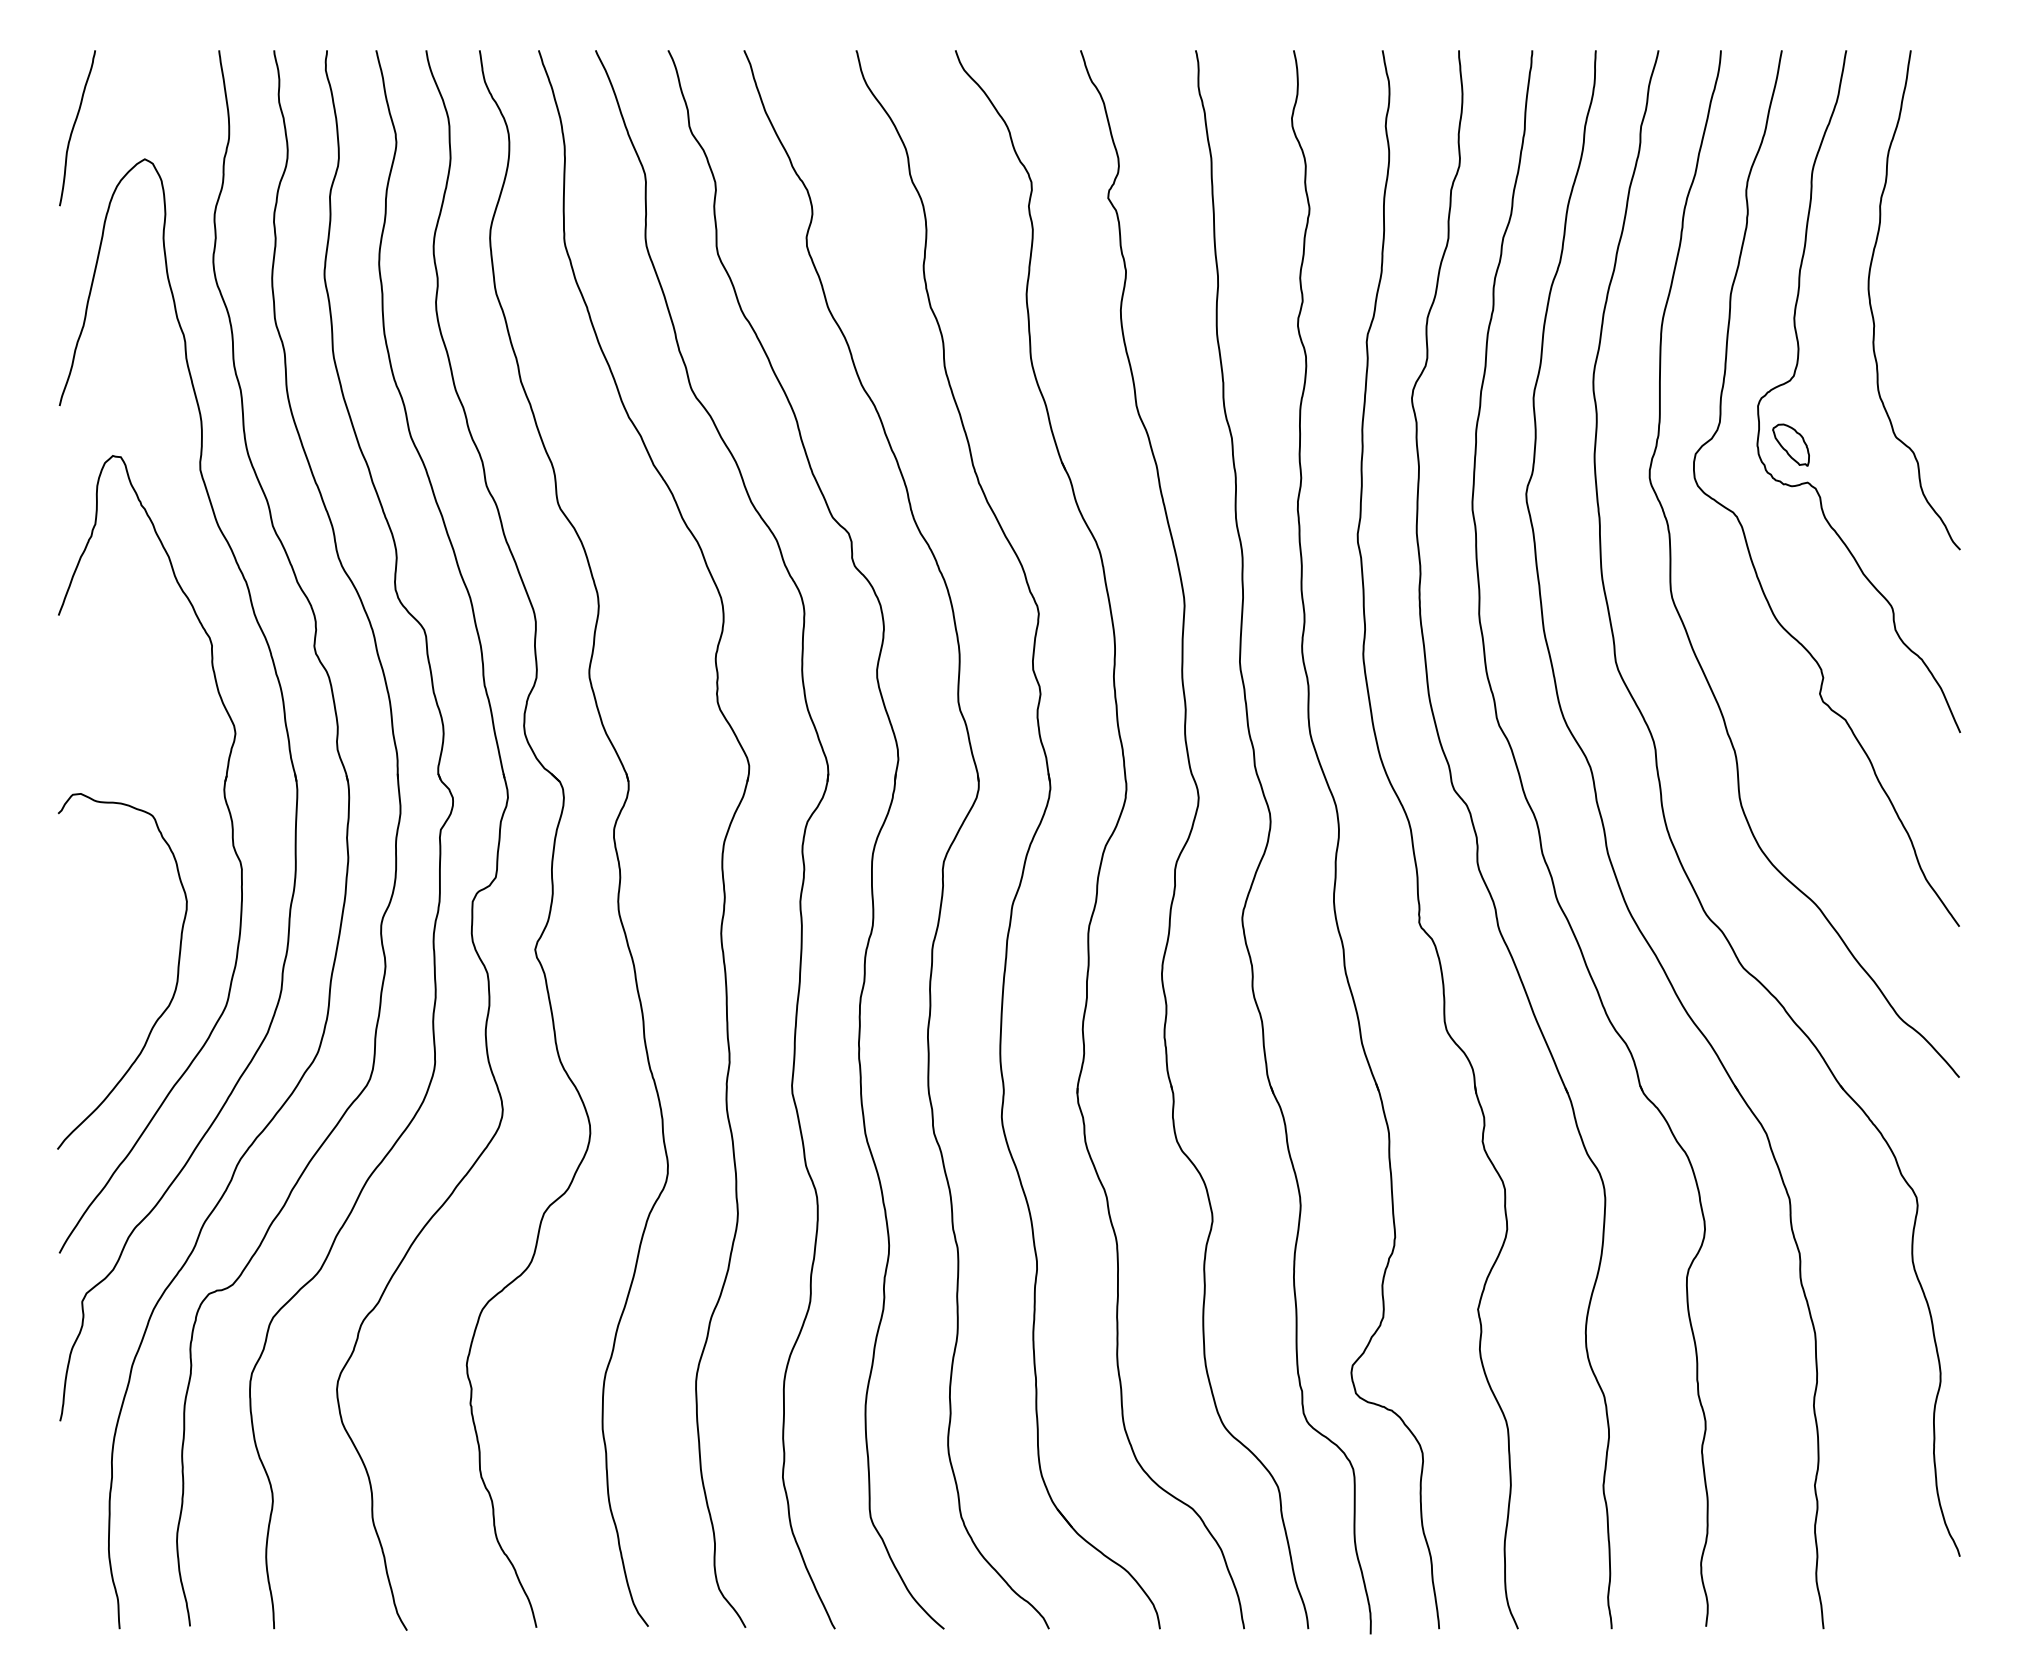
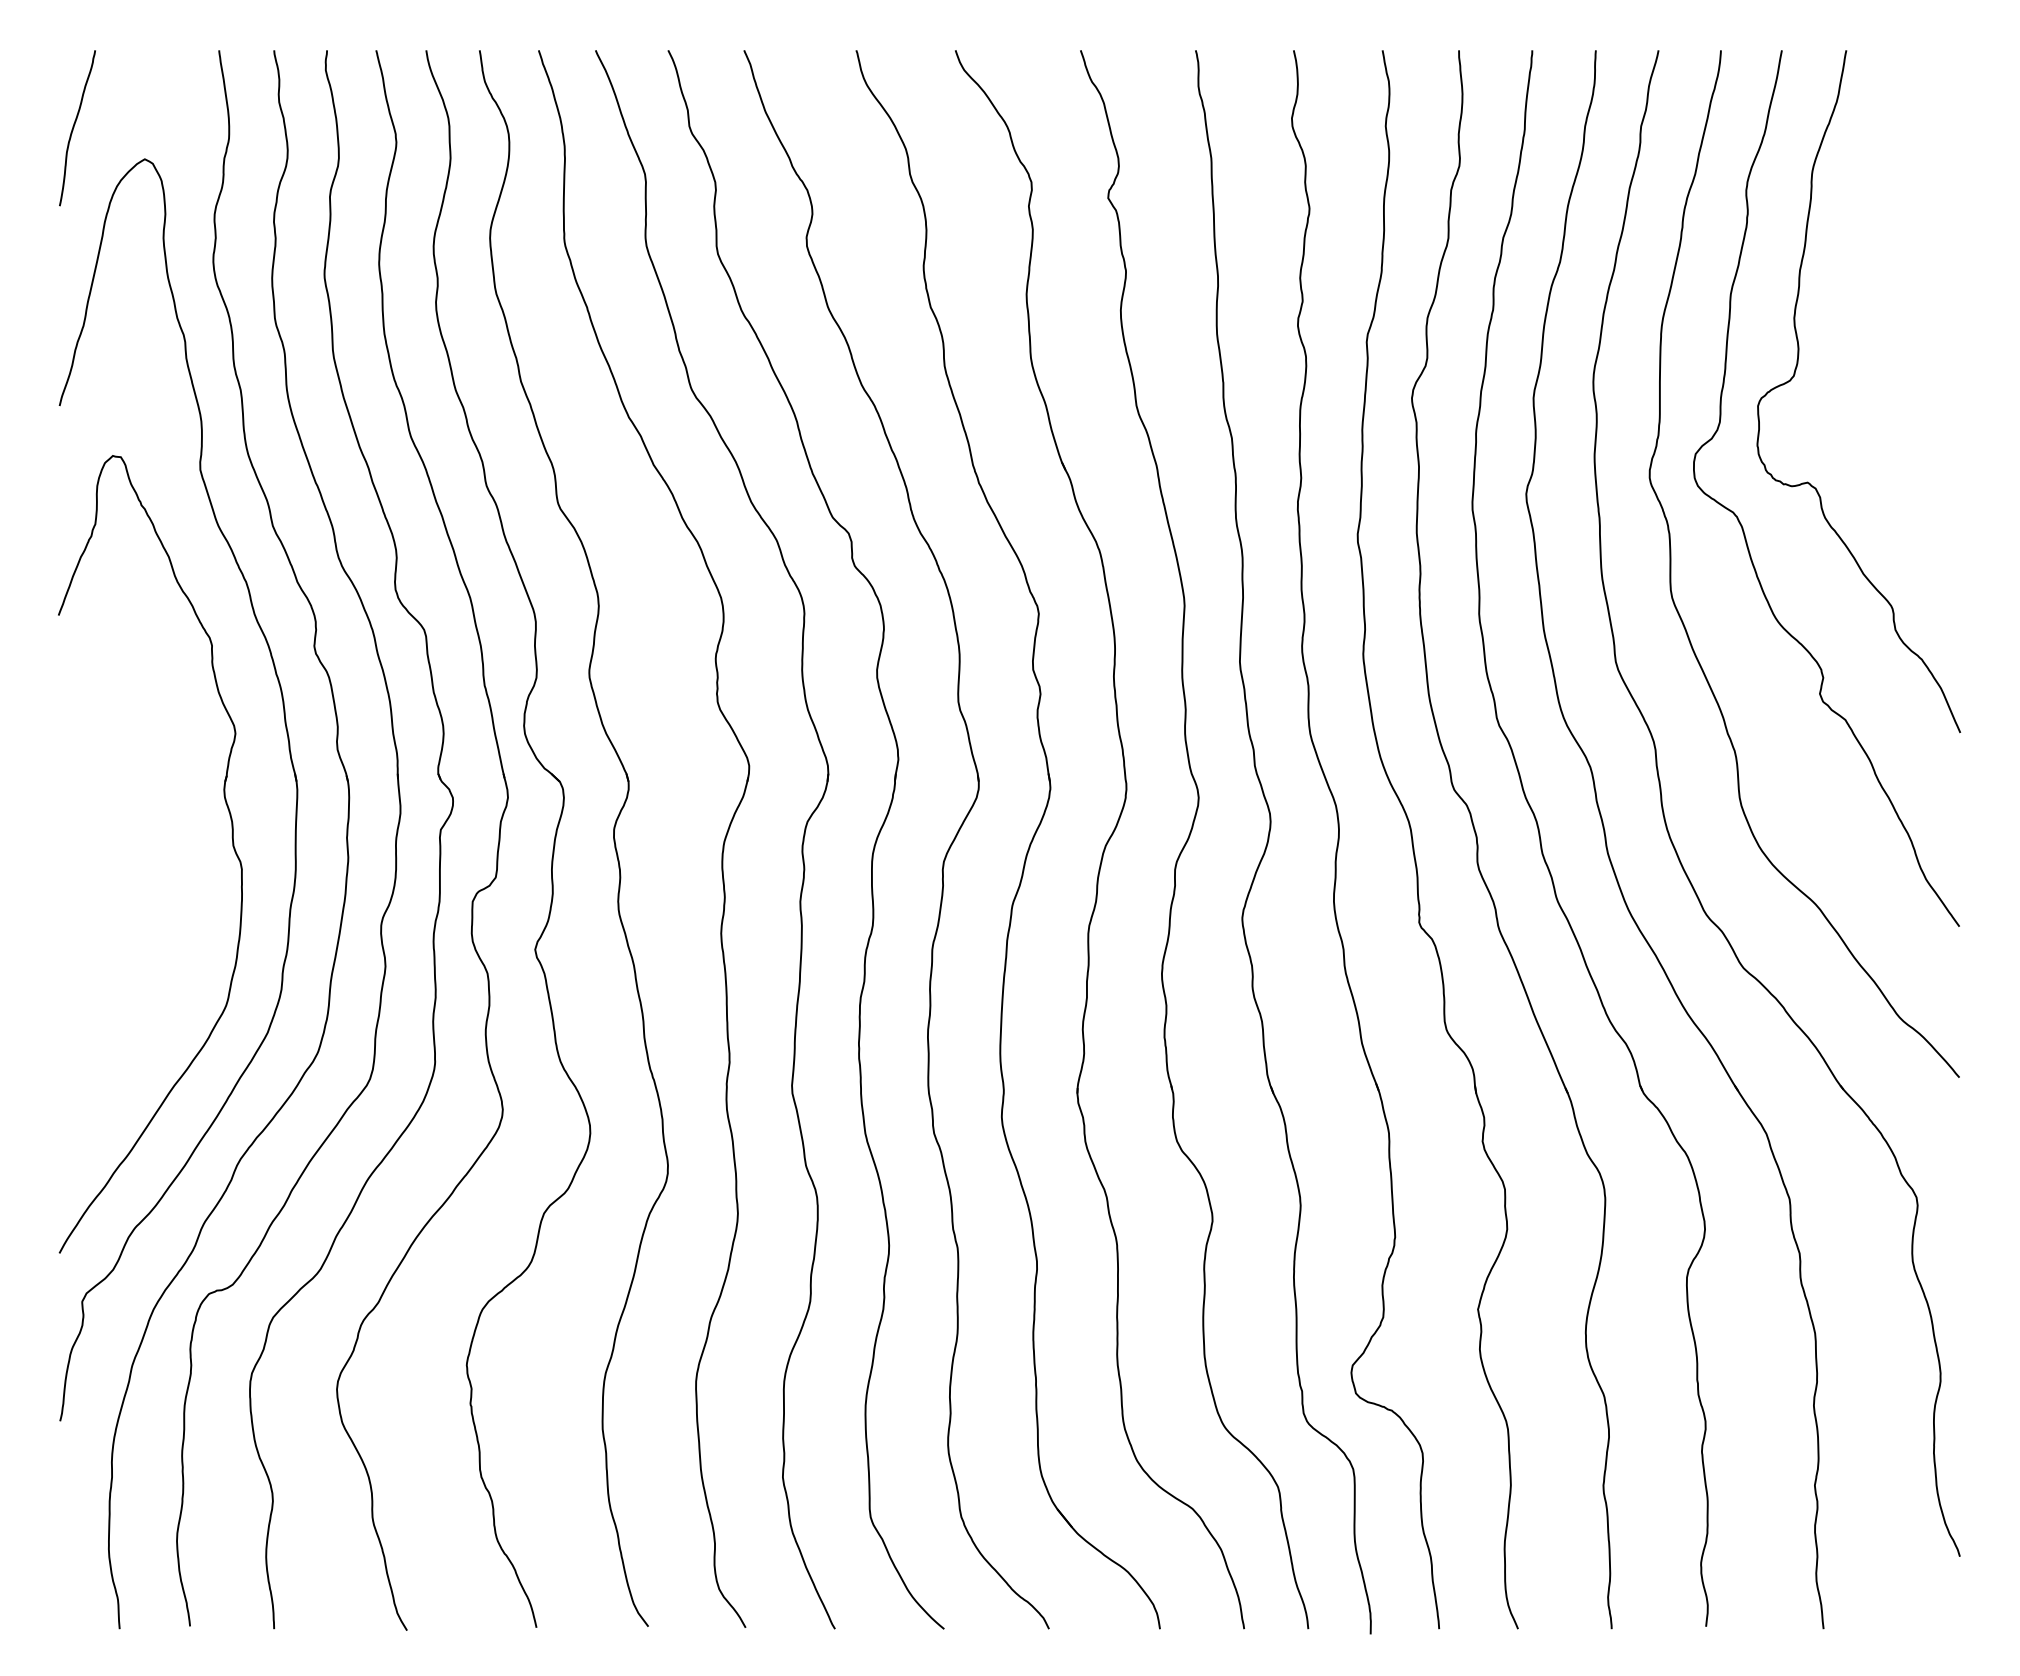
curve at (1872, 309): present -> none
part at (1790, 444): present -> none
curve at (176, 978): present -> none
